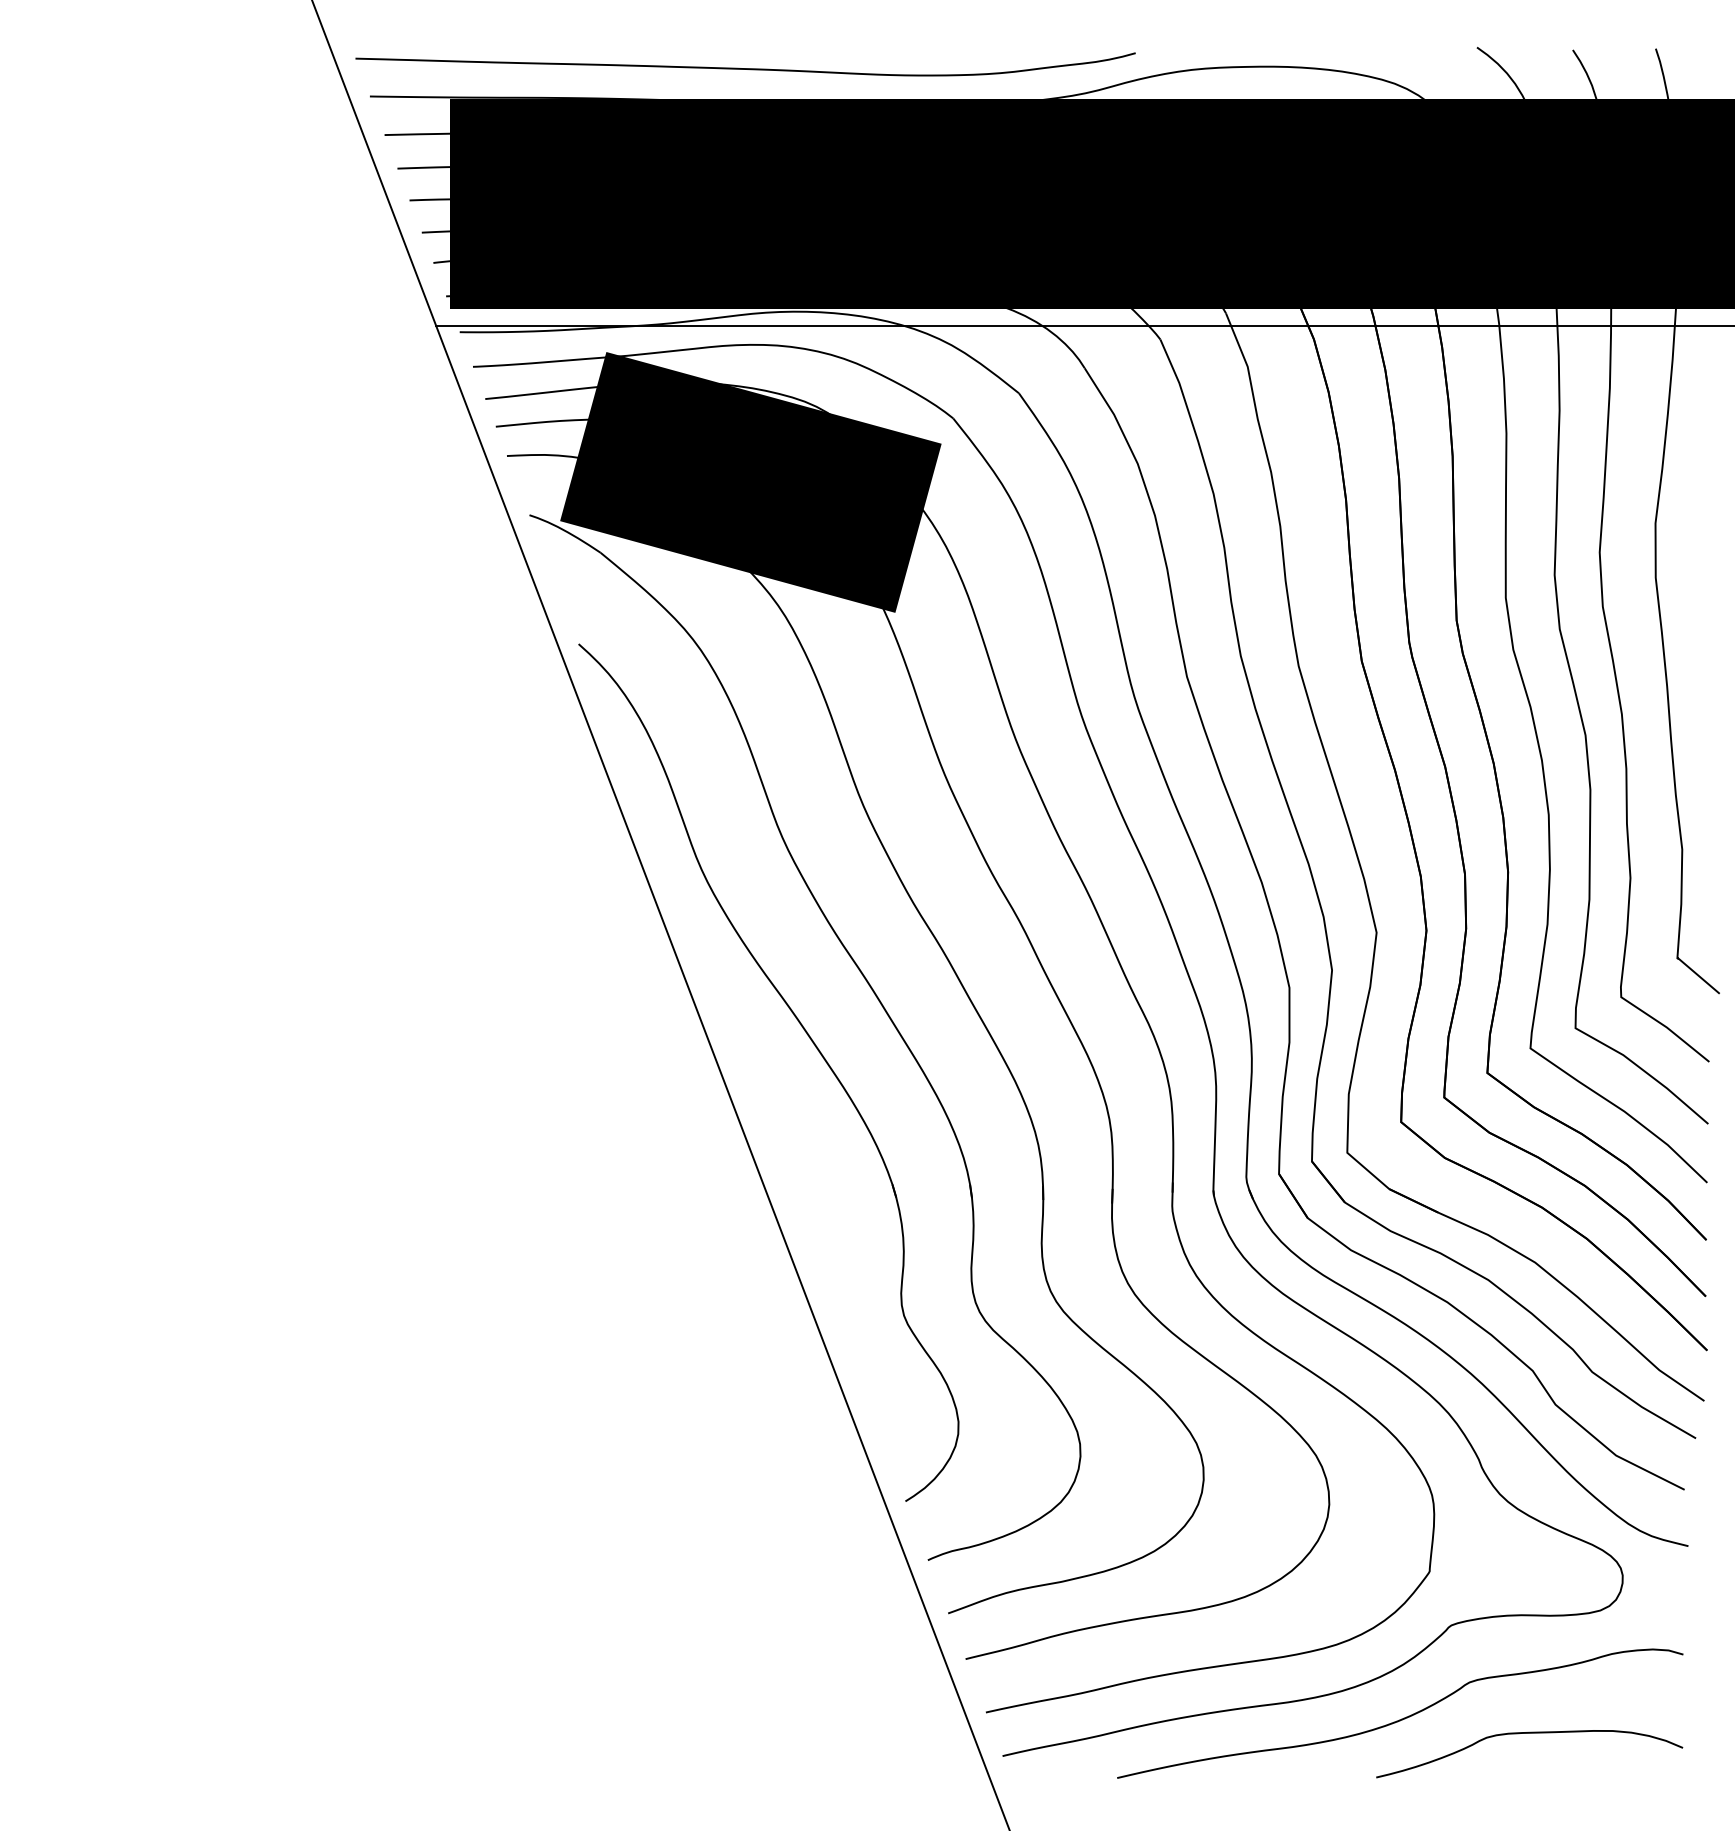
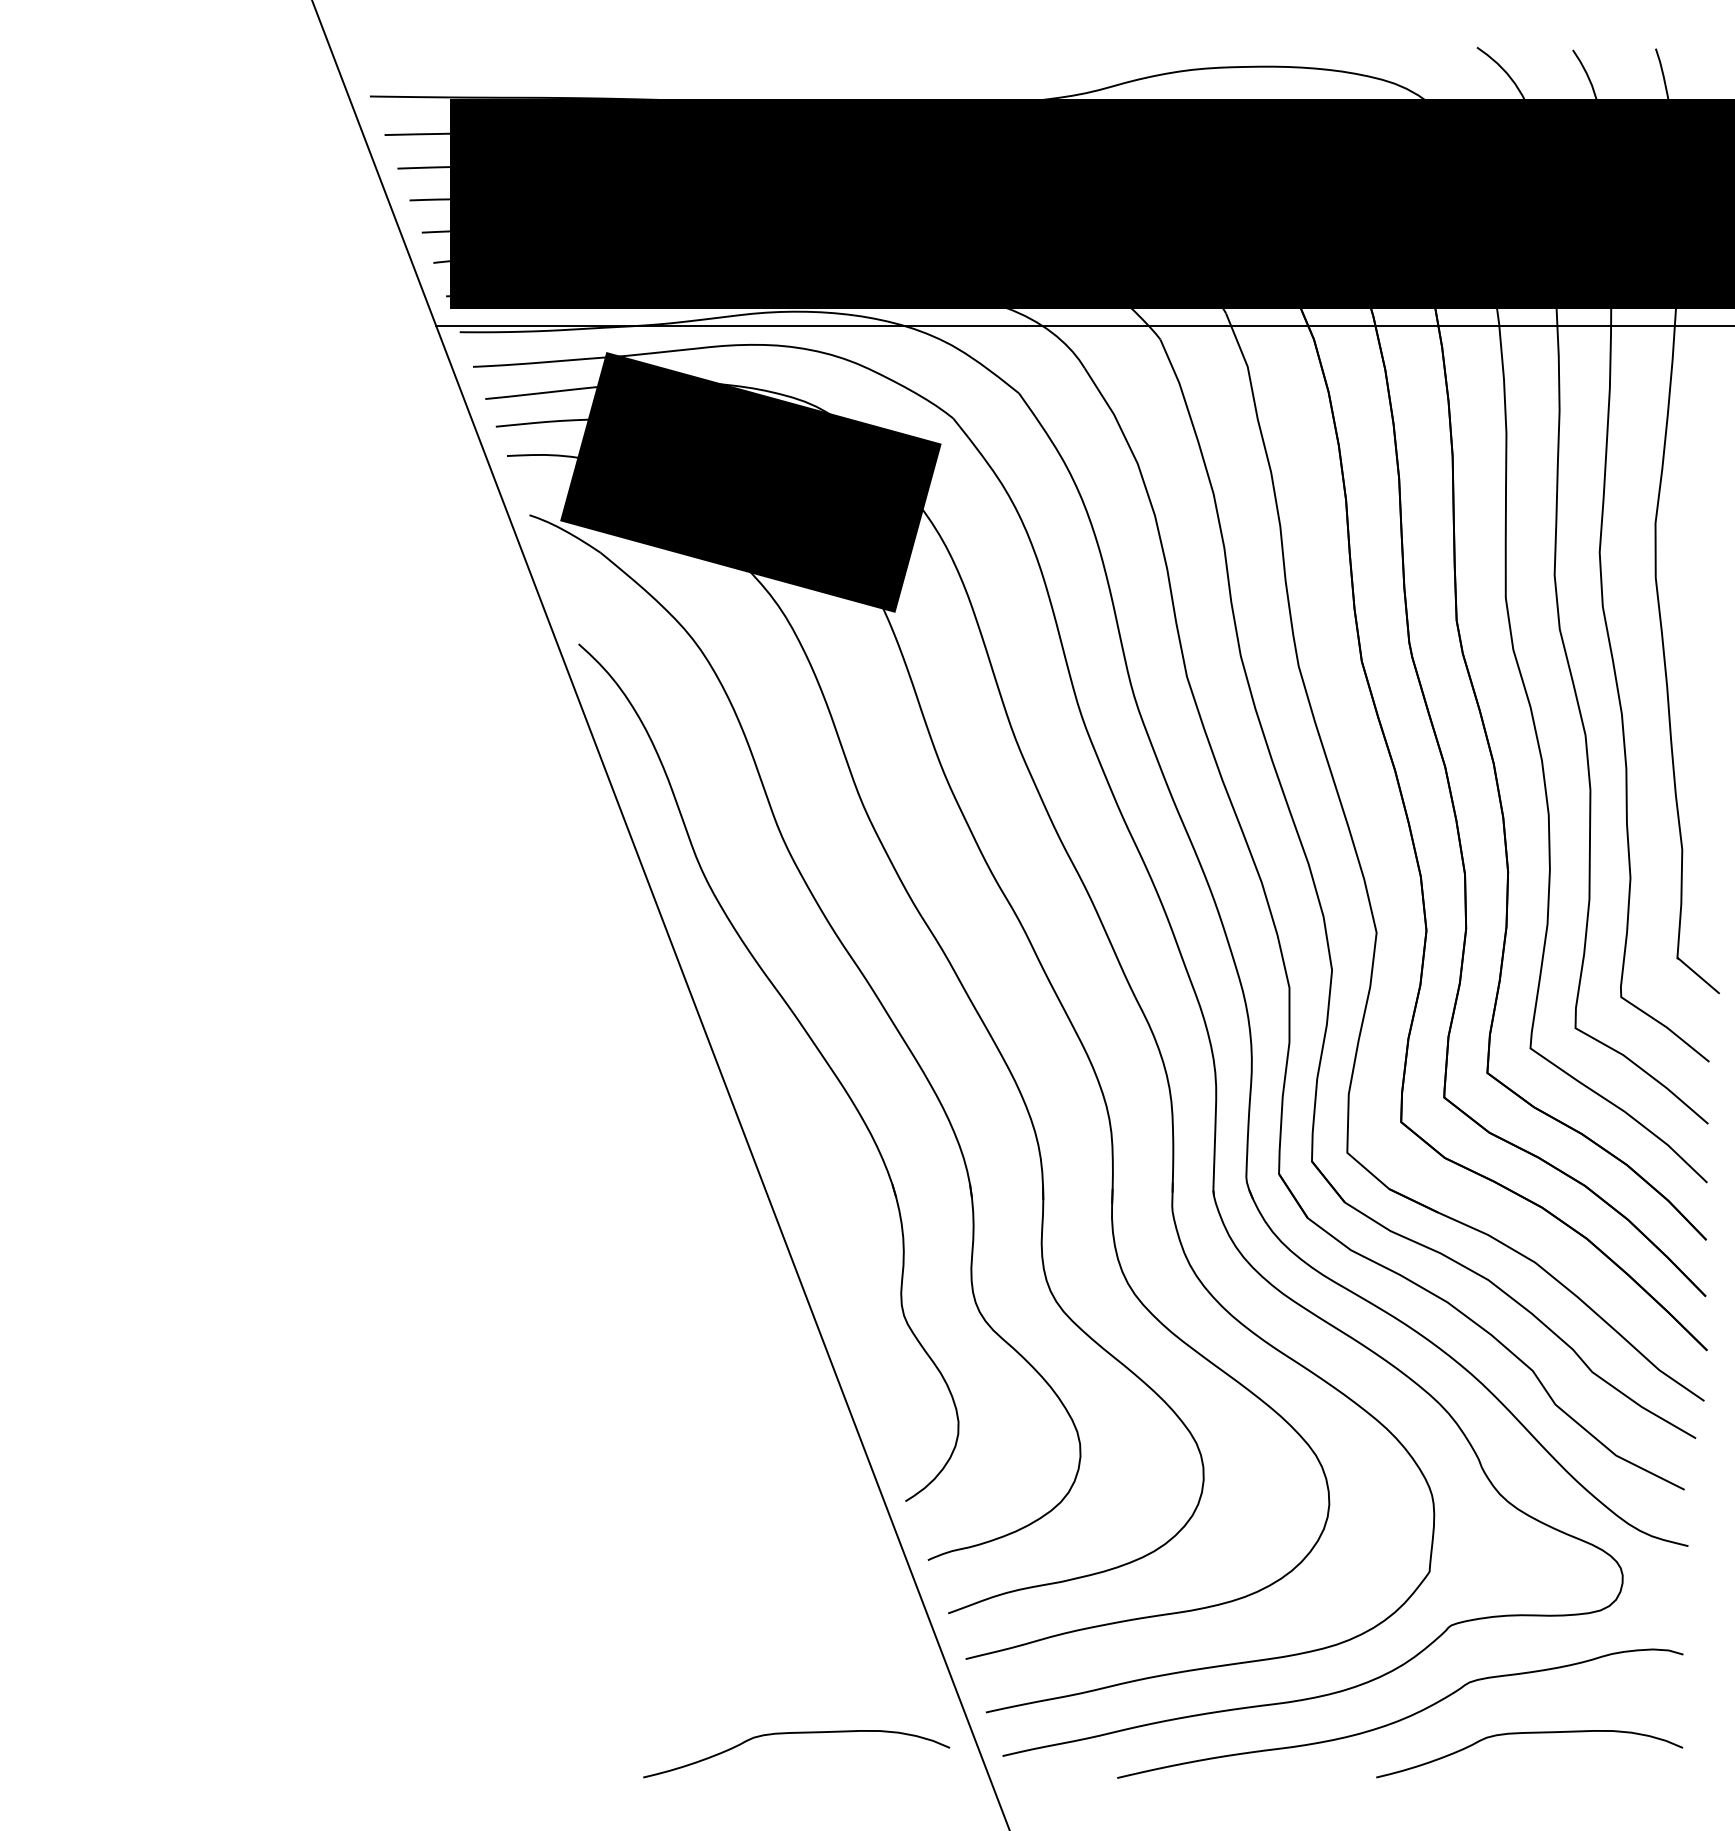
curve at (745, 68): present -> none
curve at (796, 1733): none -> present
